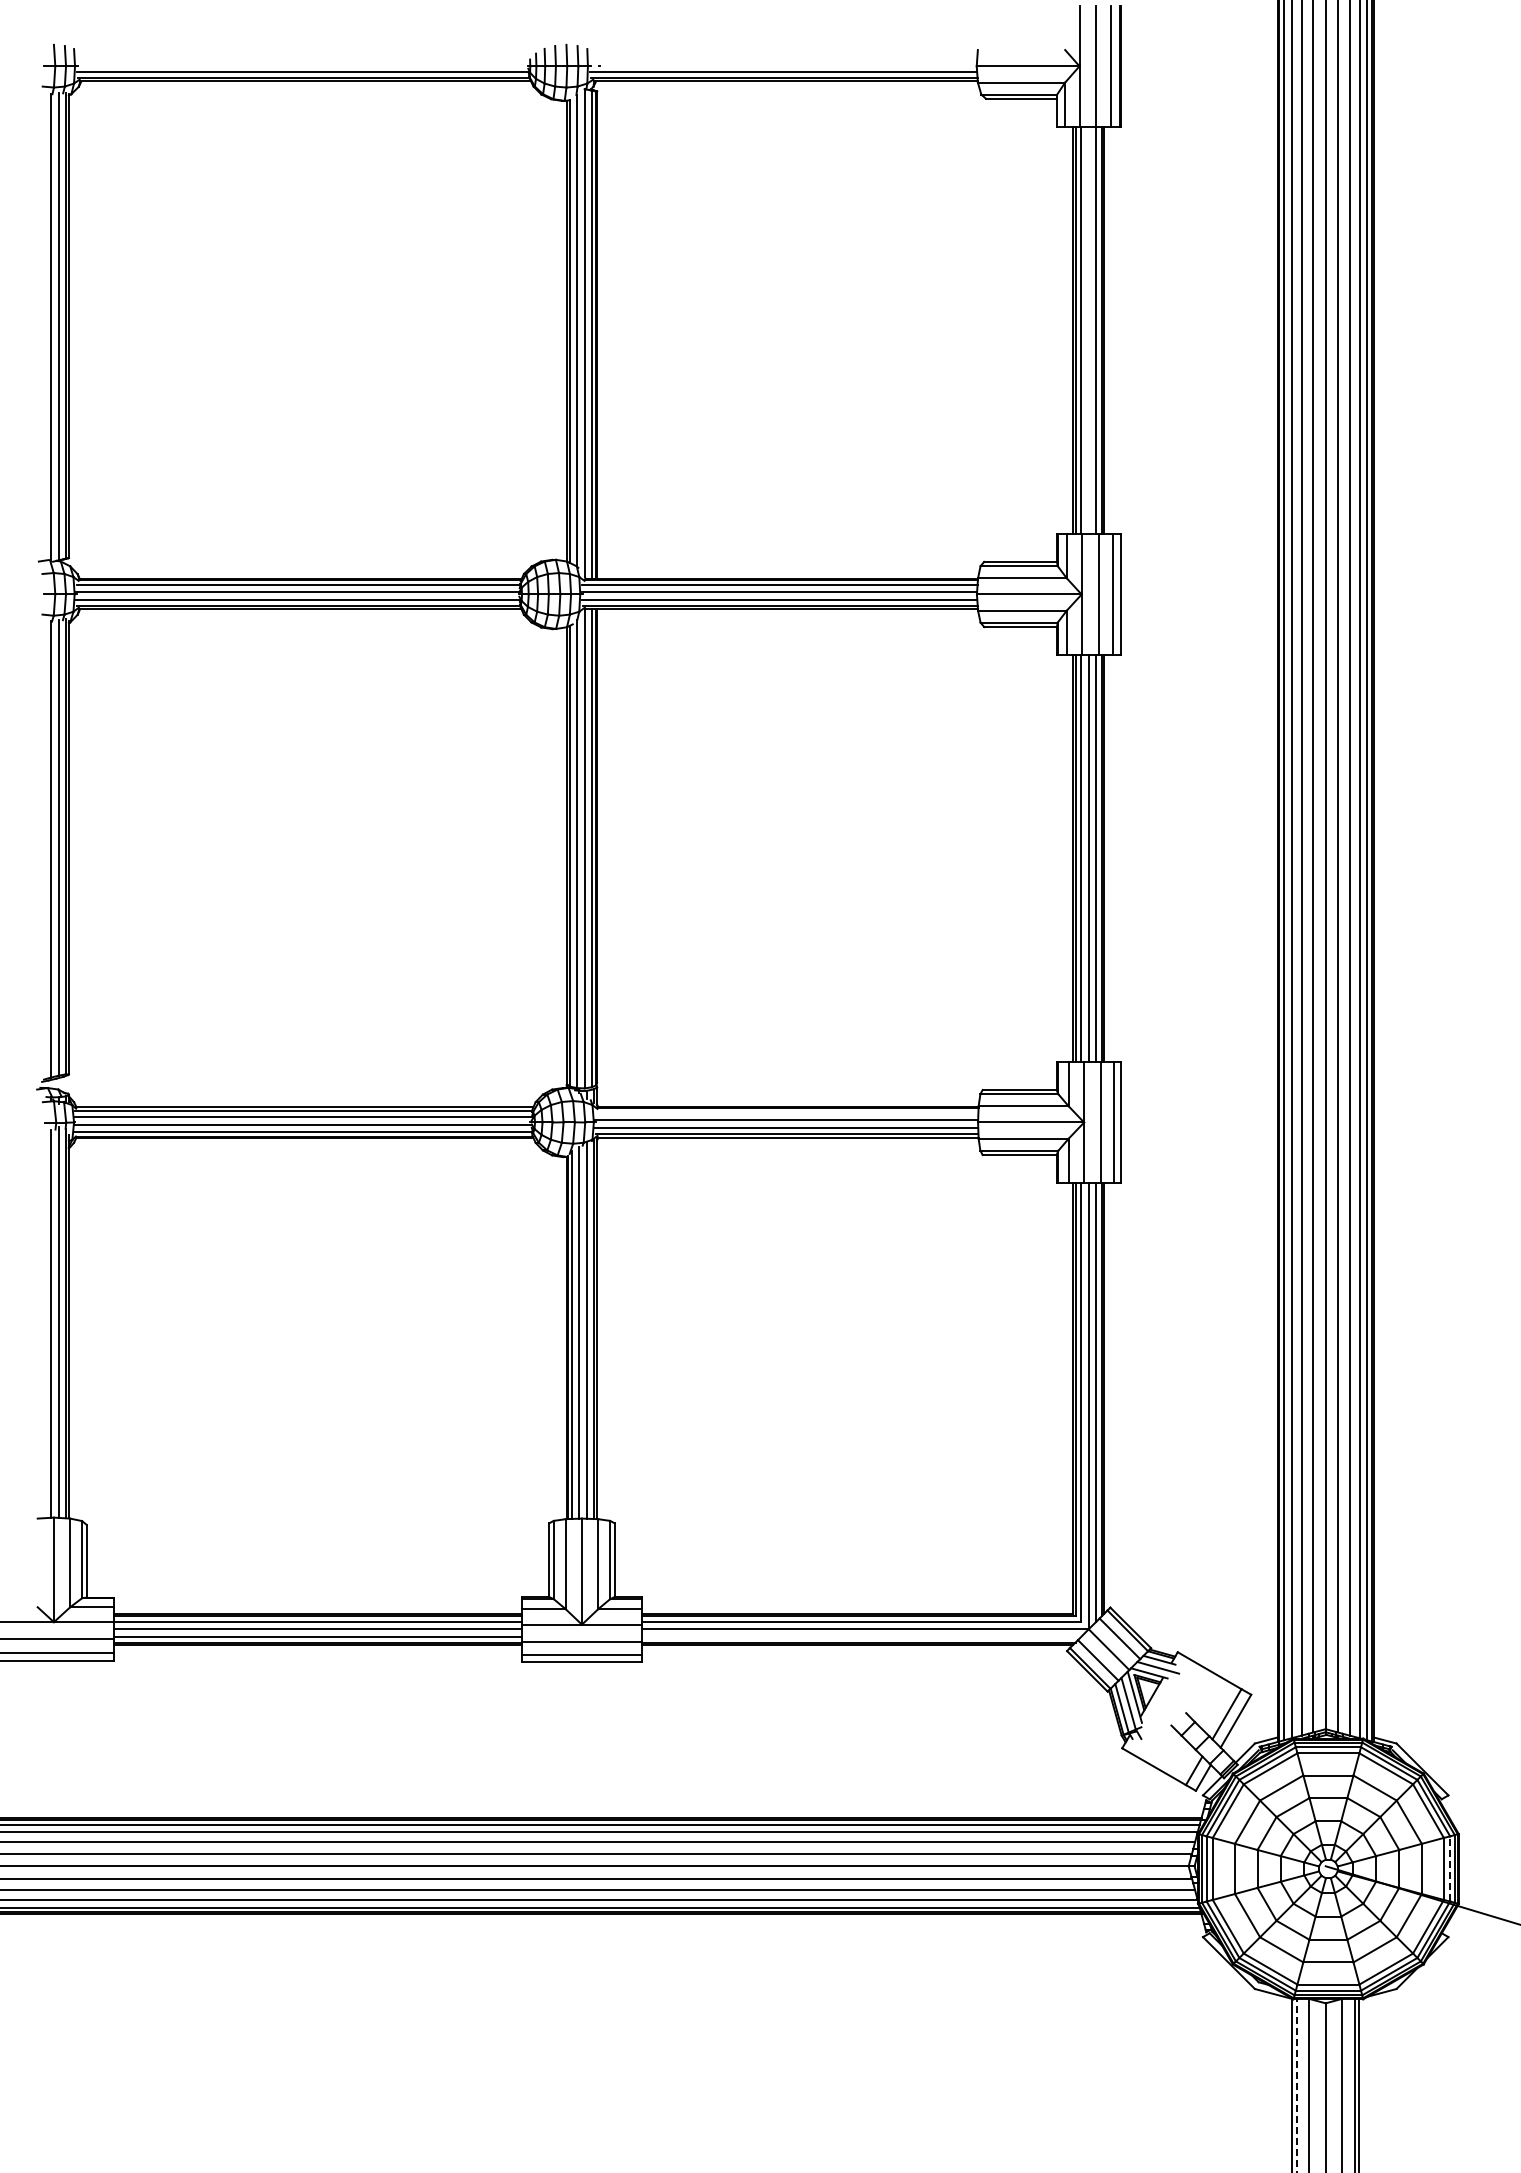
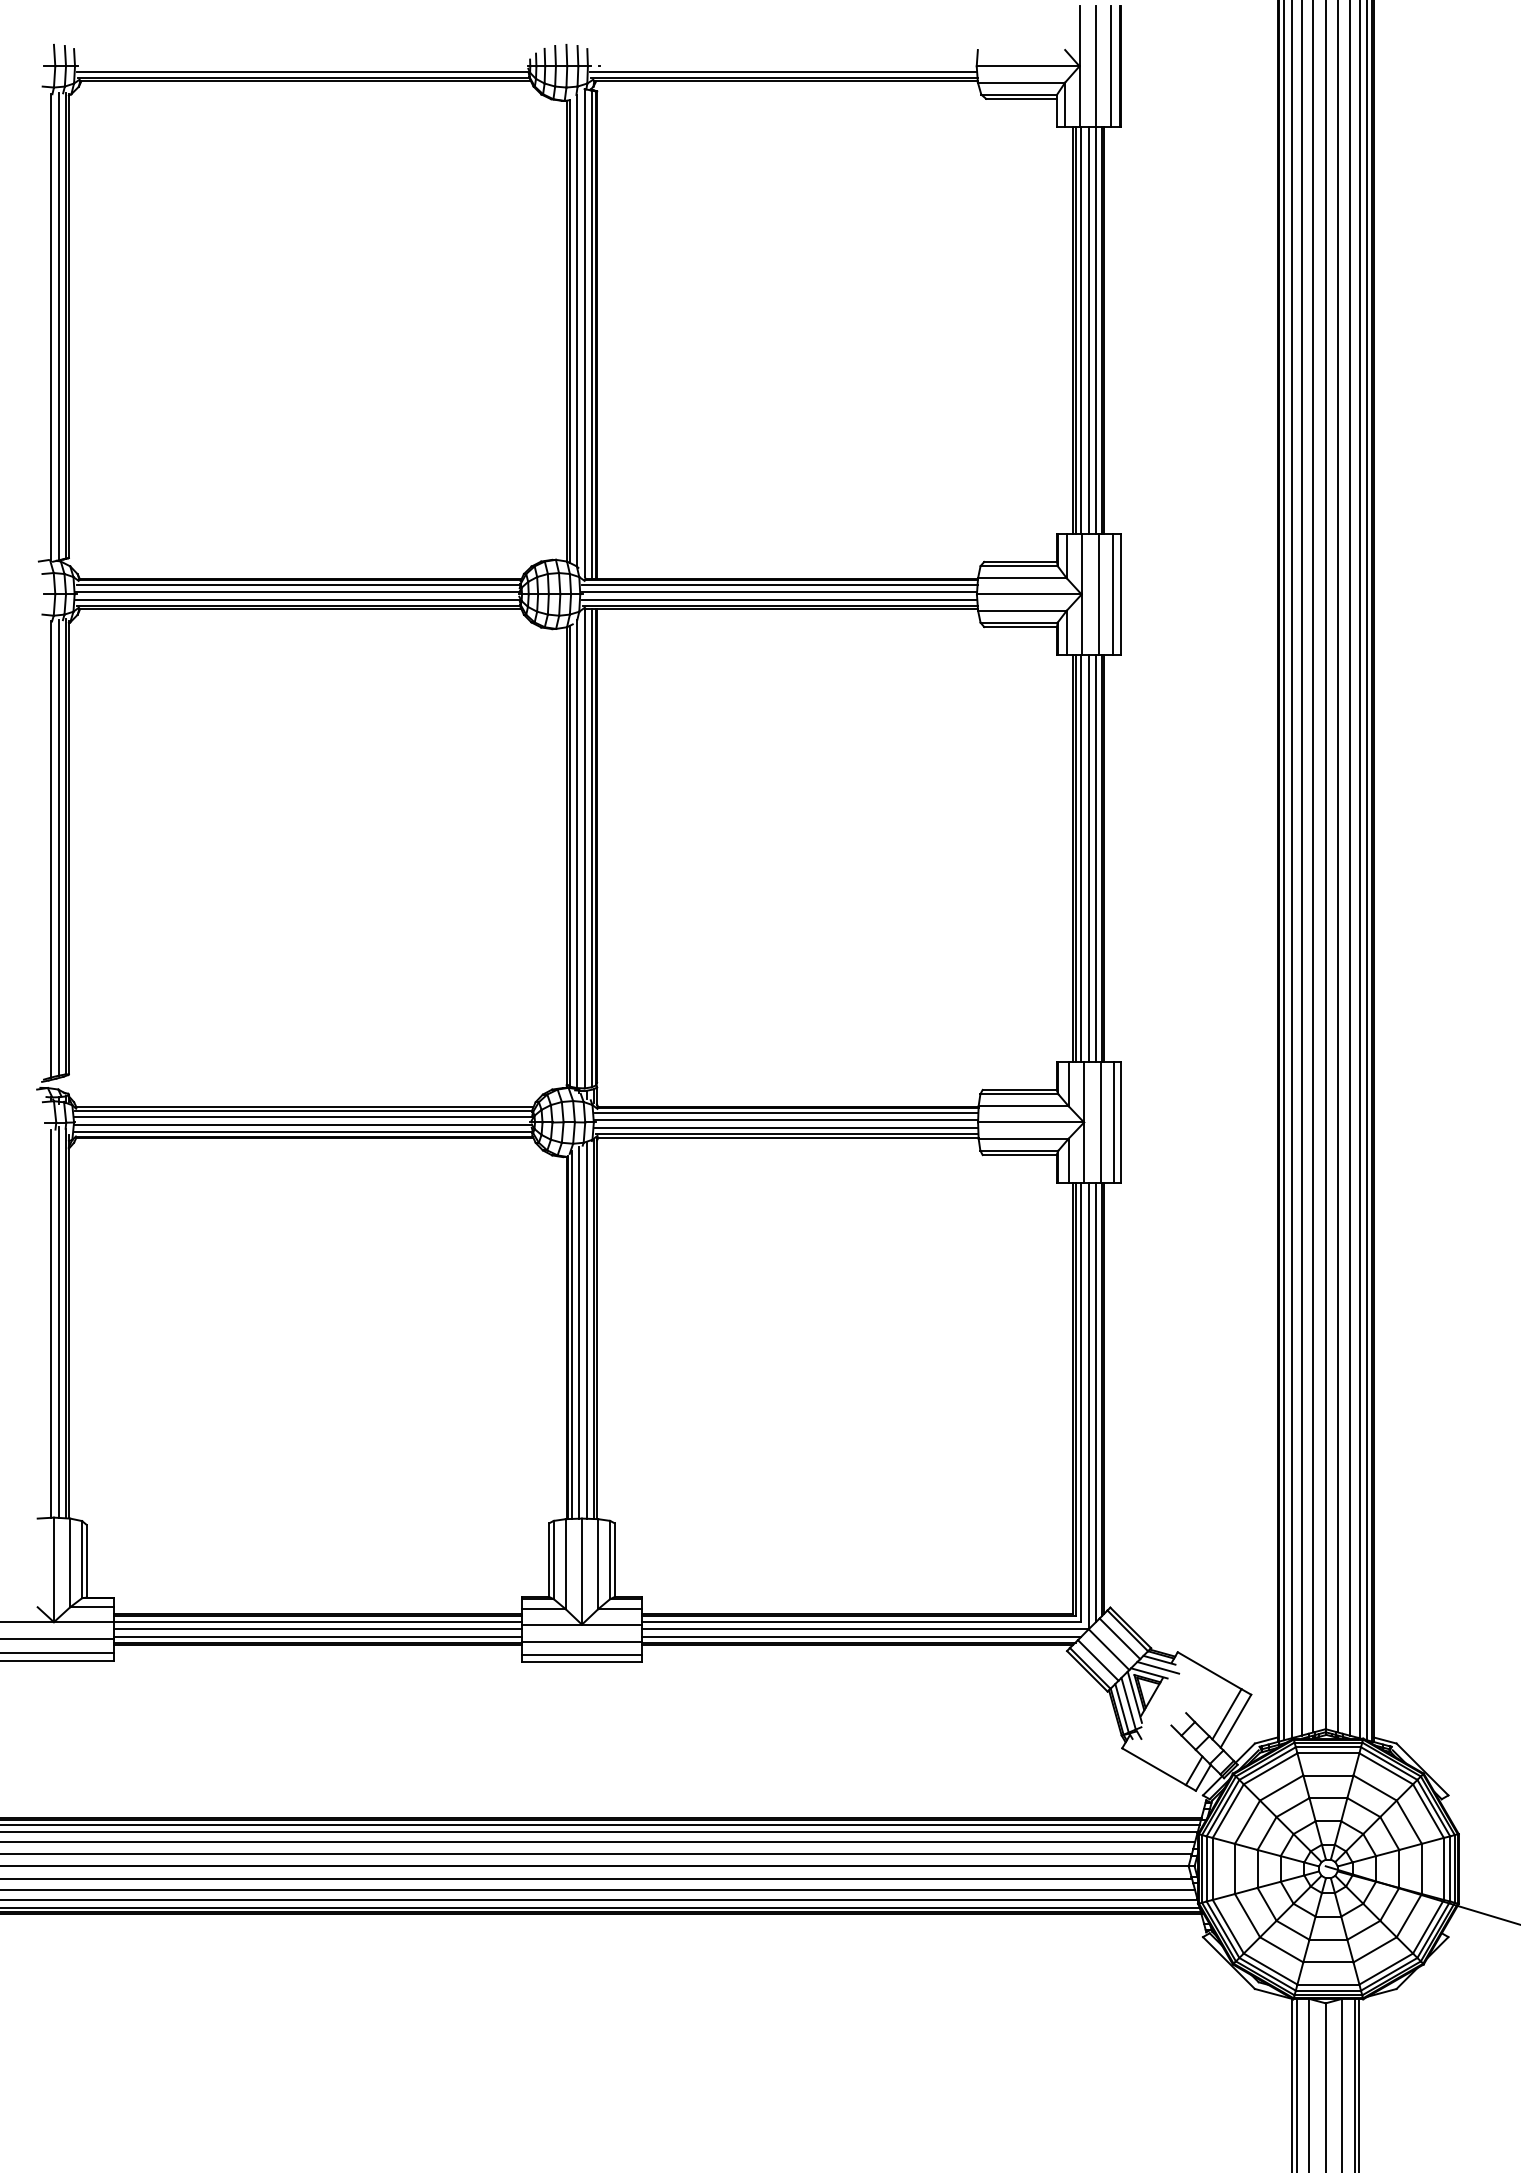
line at (1088, 330): none -> present
line at (786, 1112): none -> present
line at (861, 1636): none -> present
line at (1450, 1868): dashed -> solid
line at (1296, 2085): dashed -> solid
